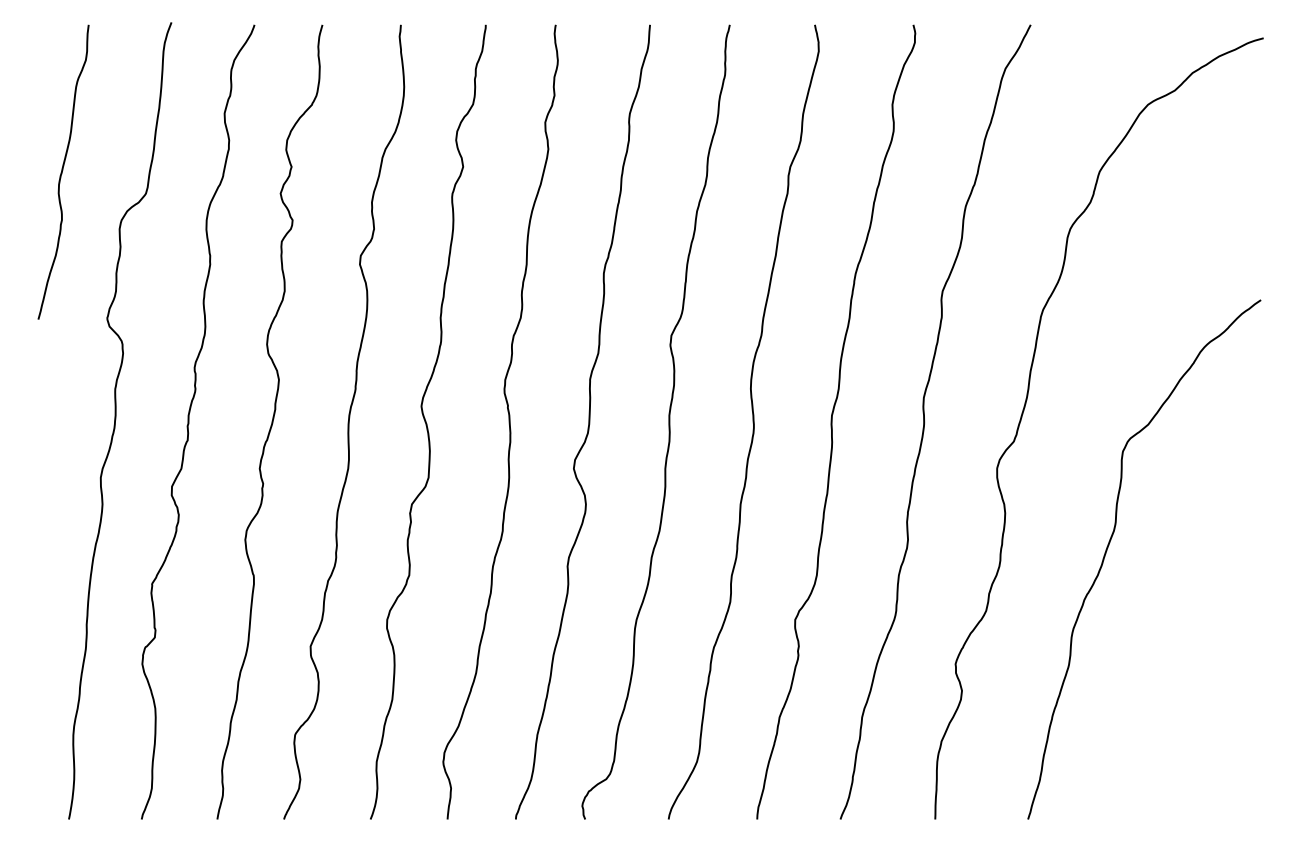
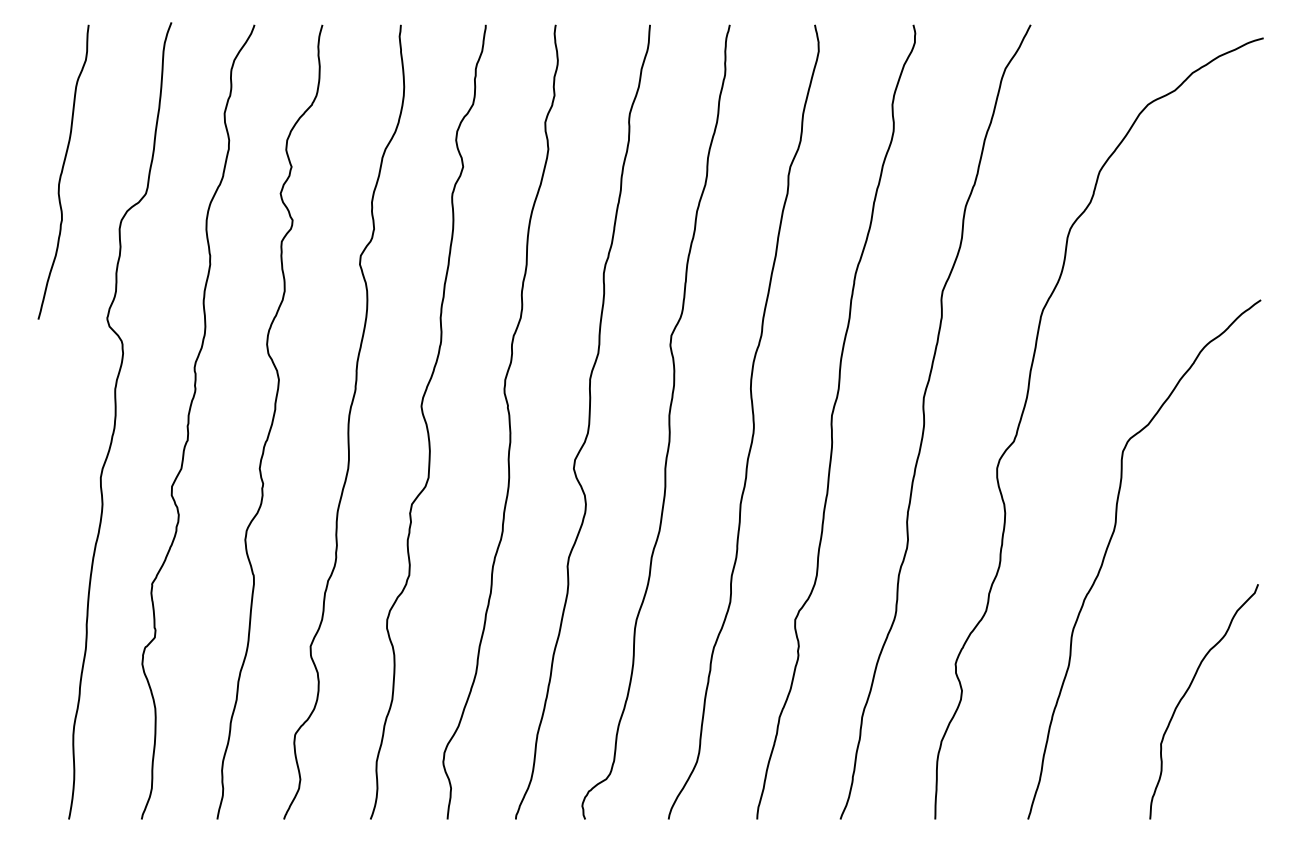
curve at (1187, 692): none -> present
